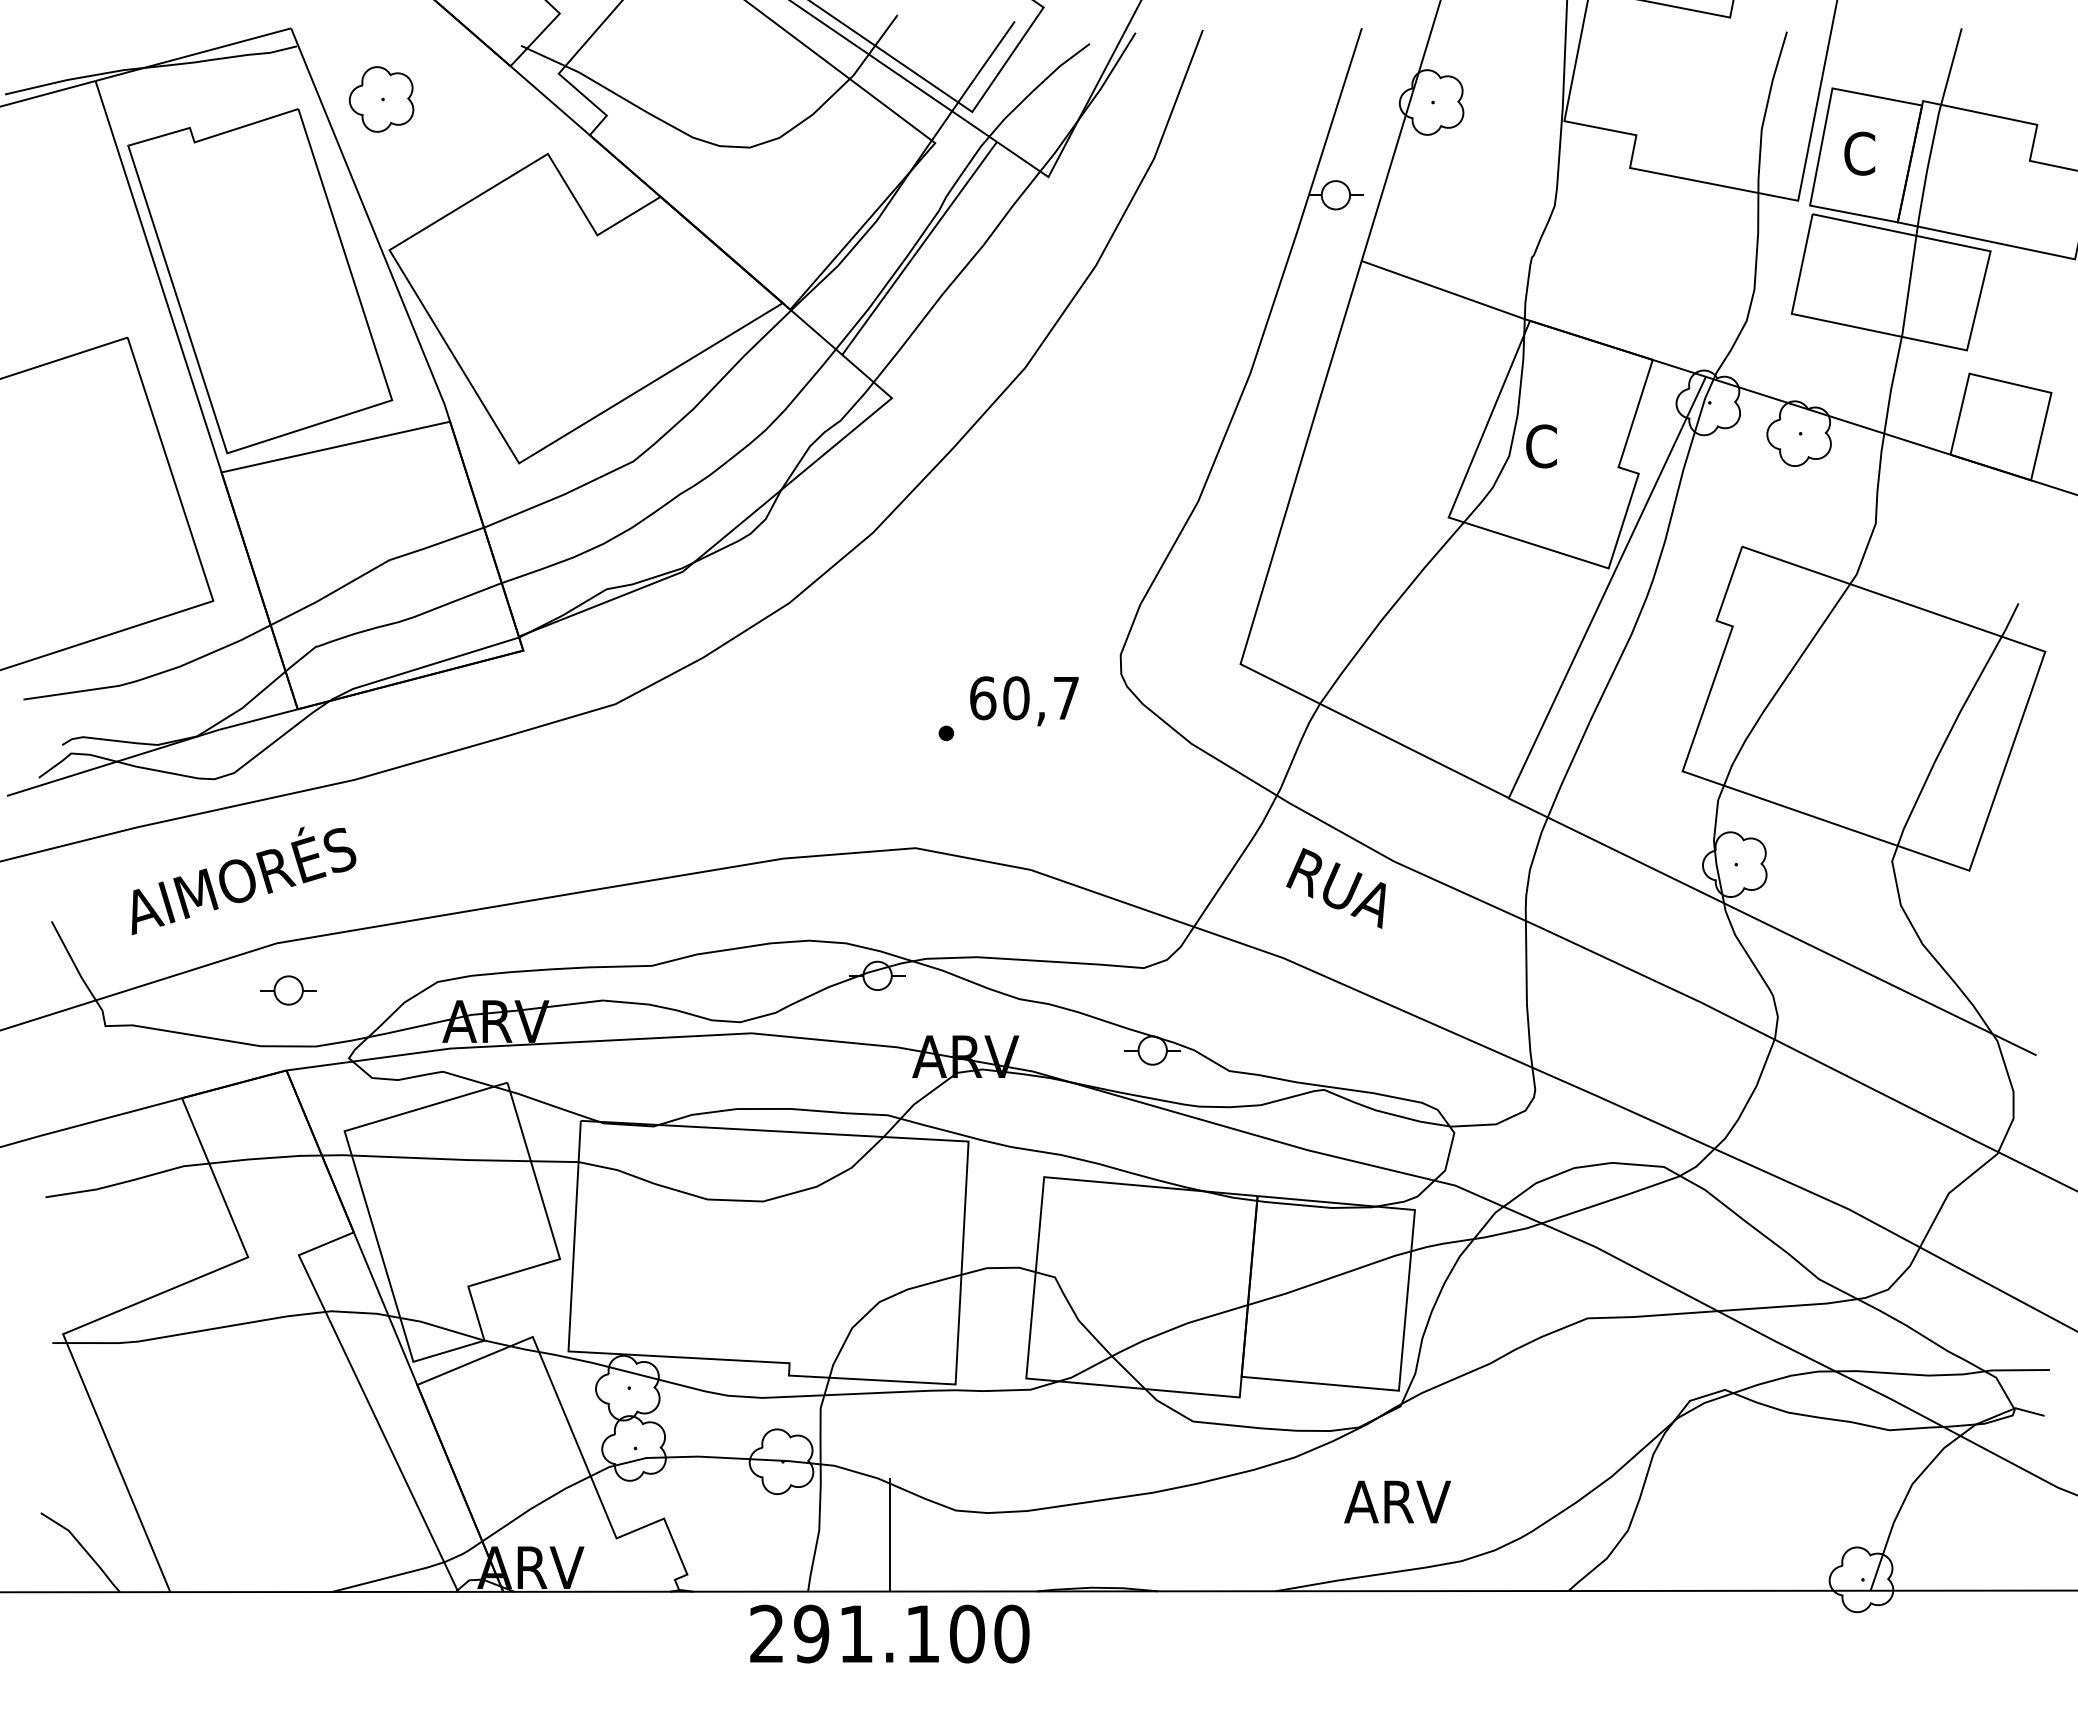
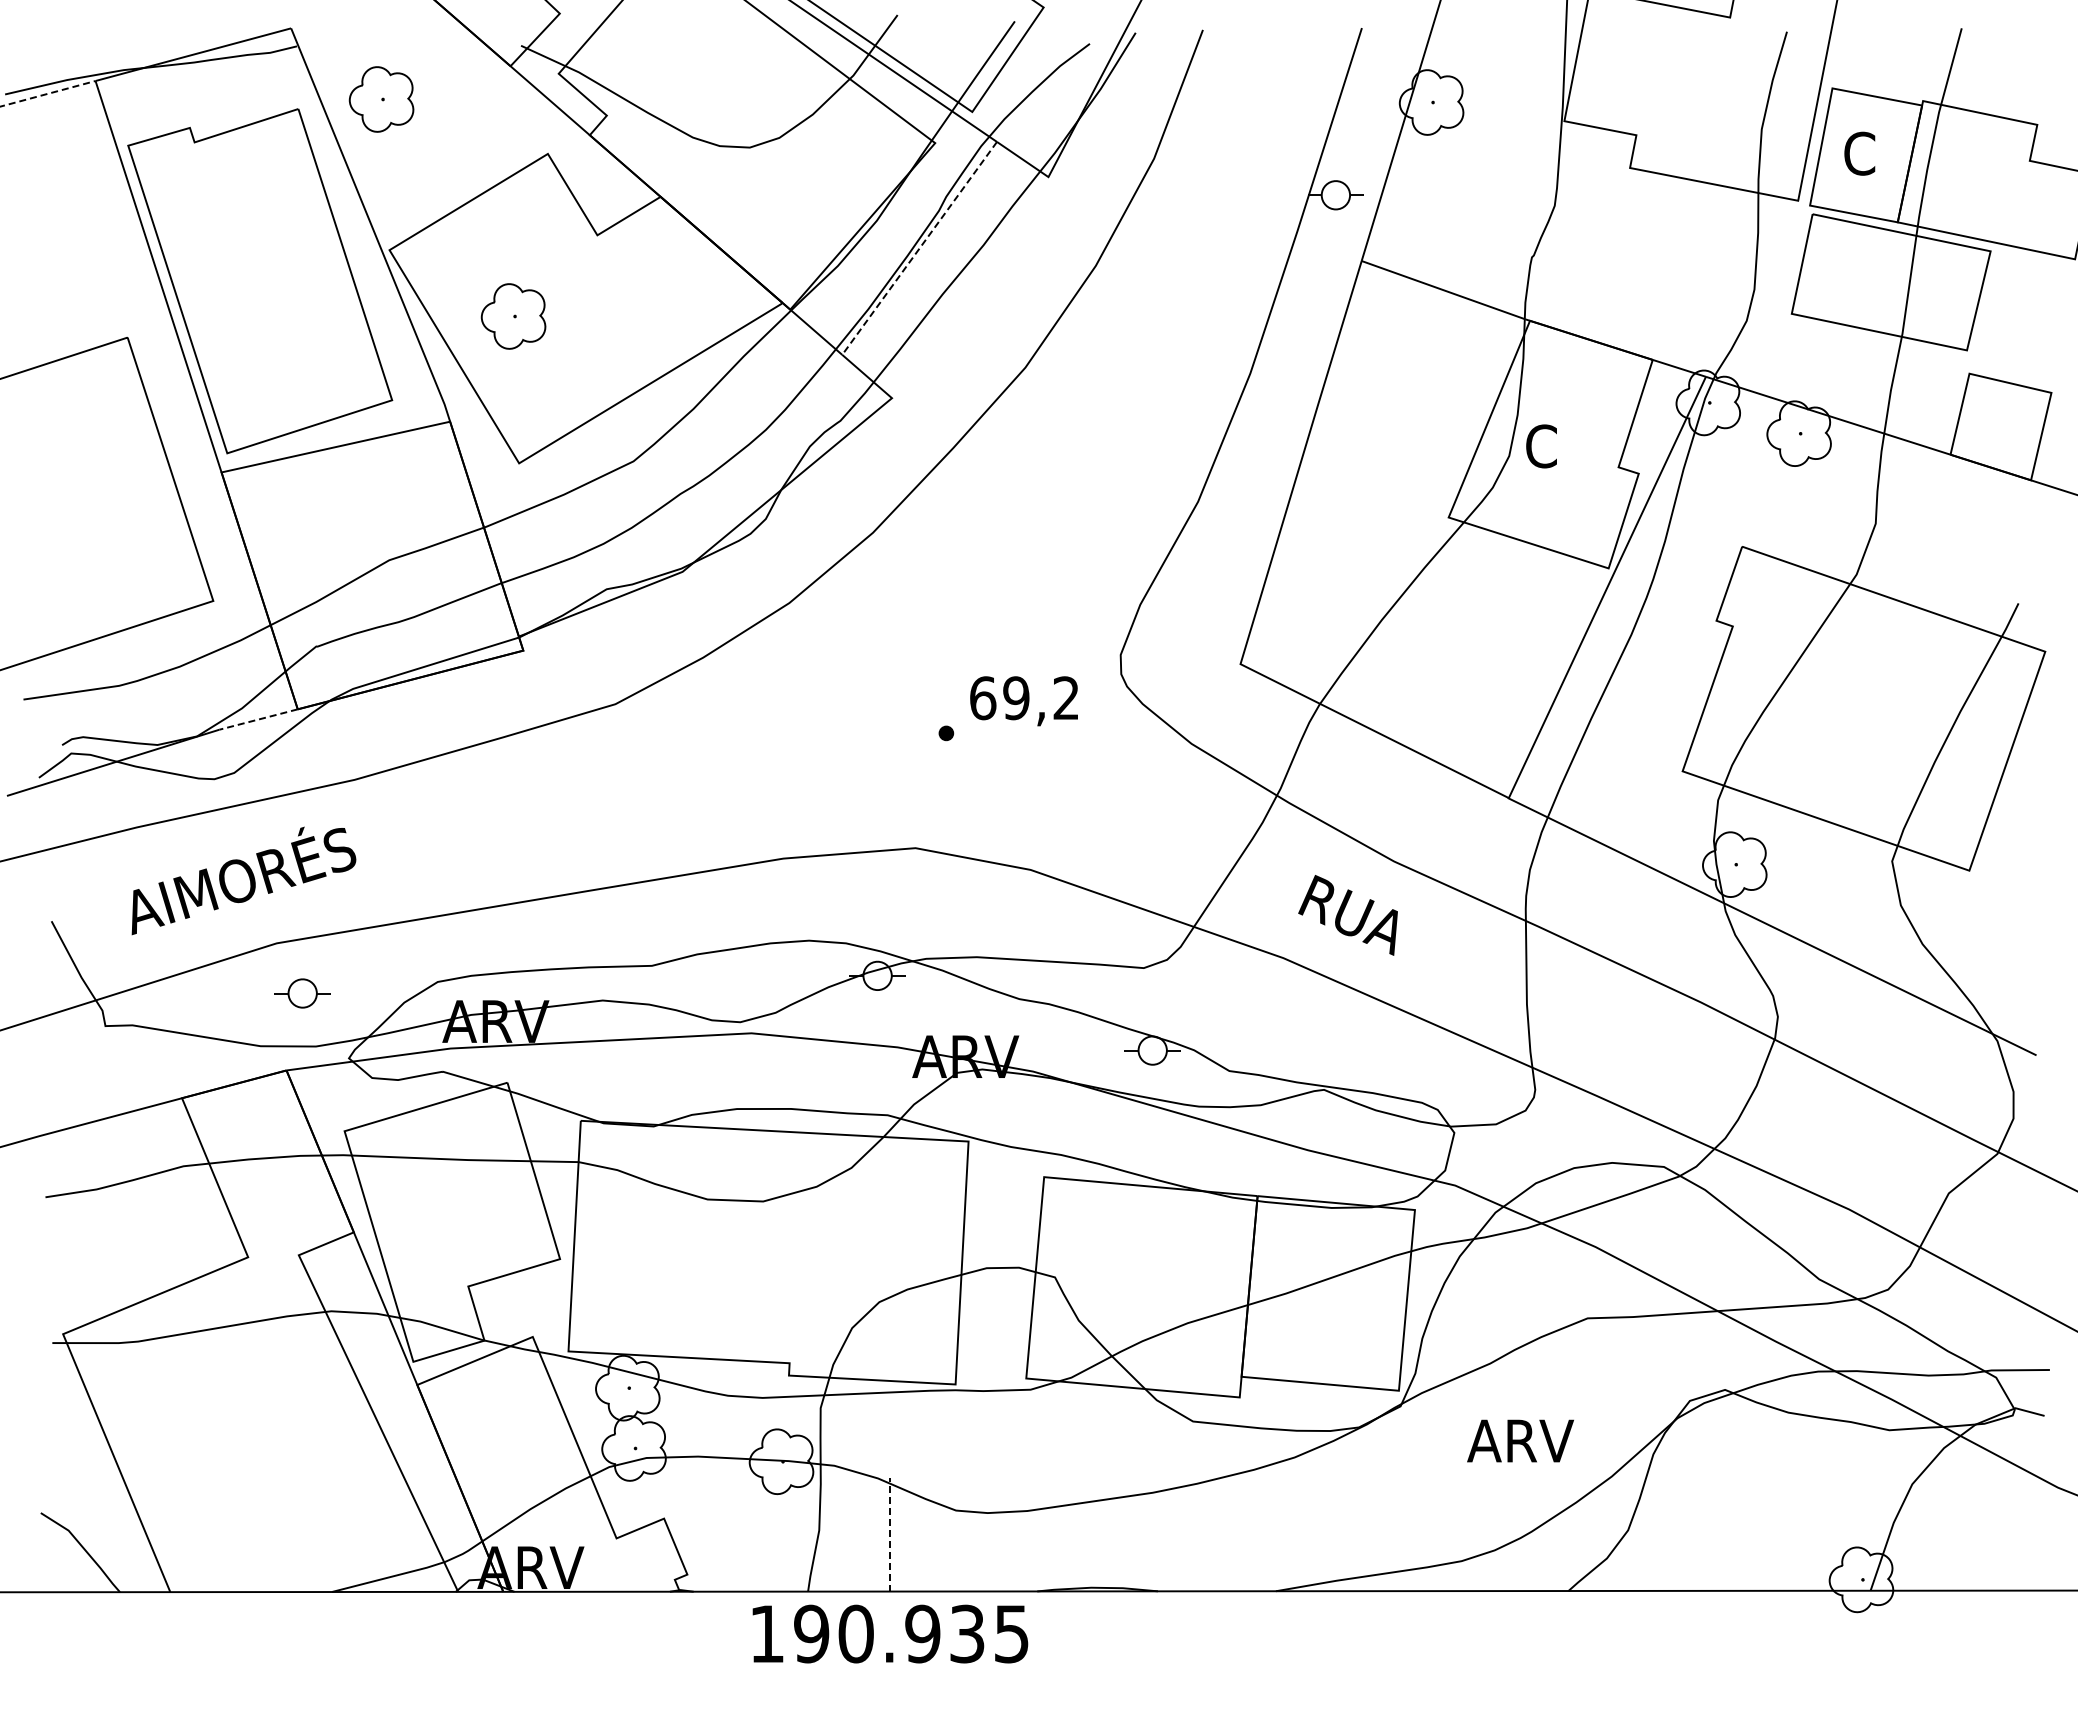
line at (48, 93): solid -> dashed
line at (919, 248): solid -> dashed
part at (513, 316): none -> present
text at (1040, 698): 60,7 -> 69,2
line at (258, 719): solid -> dashed
text at (1335, 888) position: (1335, 888) -> (1347, 915)
part at (288, 990) position: (288, 990) -> (302, 993)
text at (1397, 1501) position: (1397, 1501) -> (1520, 1440)
line at (889, 1534): solid -> dashed
text at (889, 1633): 291.100 -> 190.935
